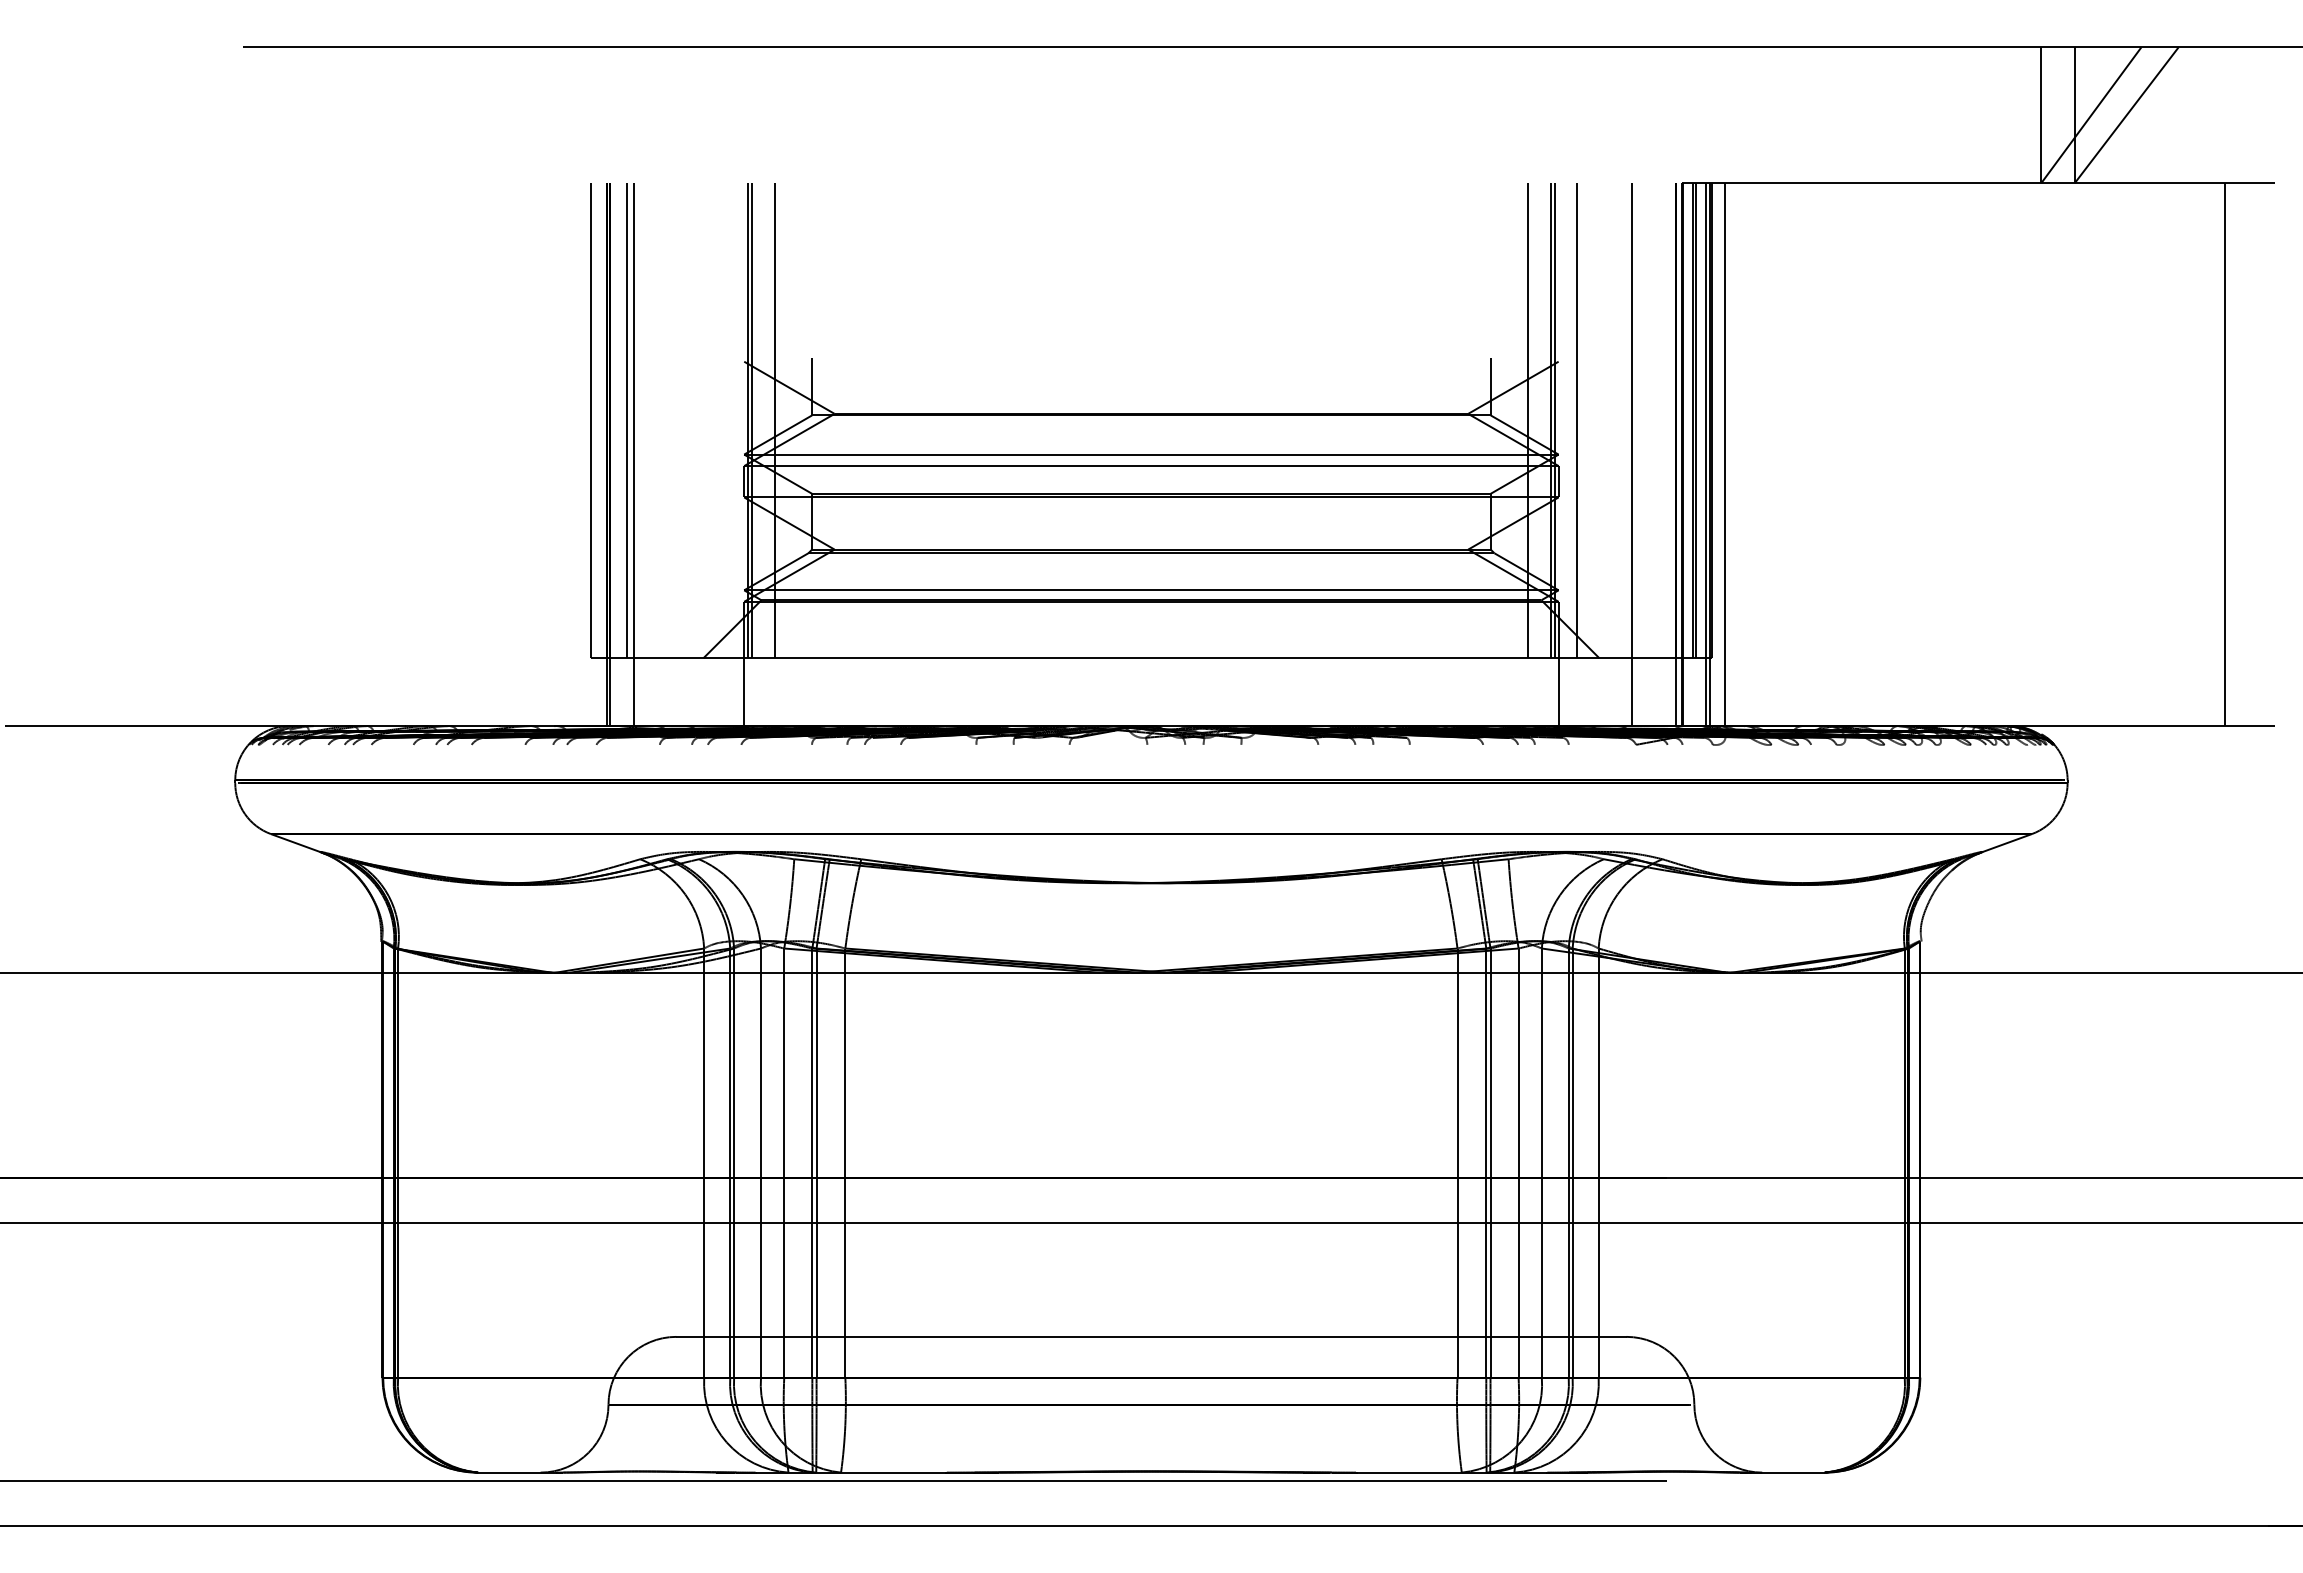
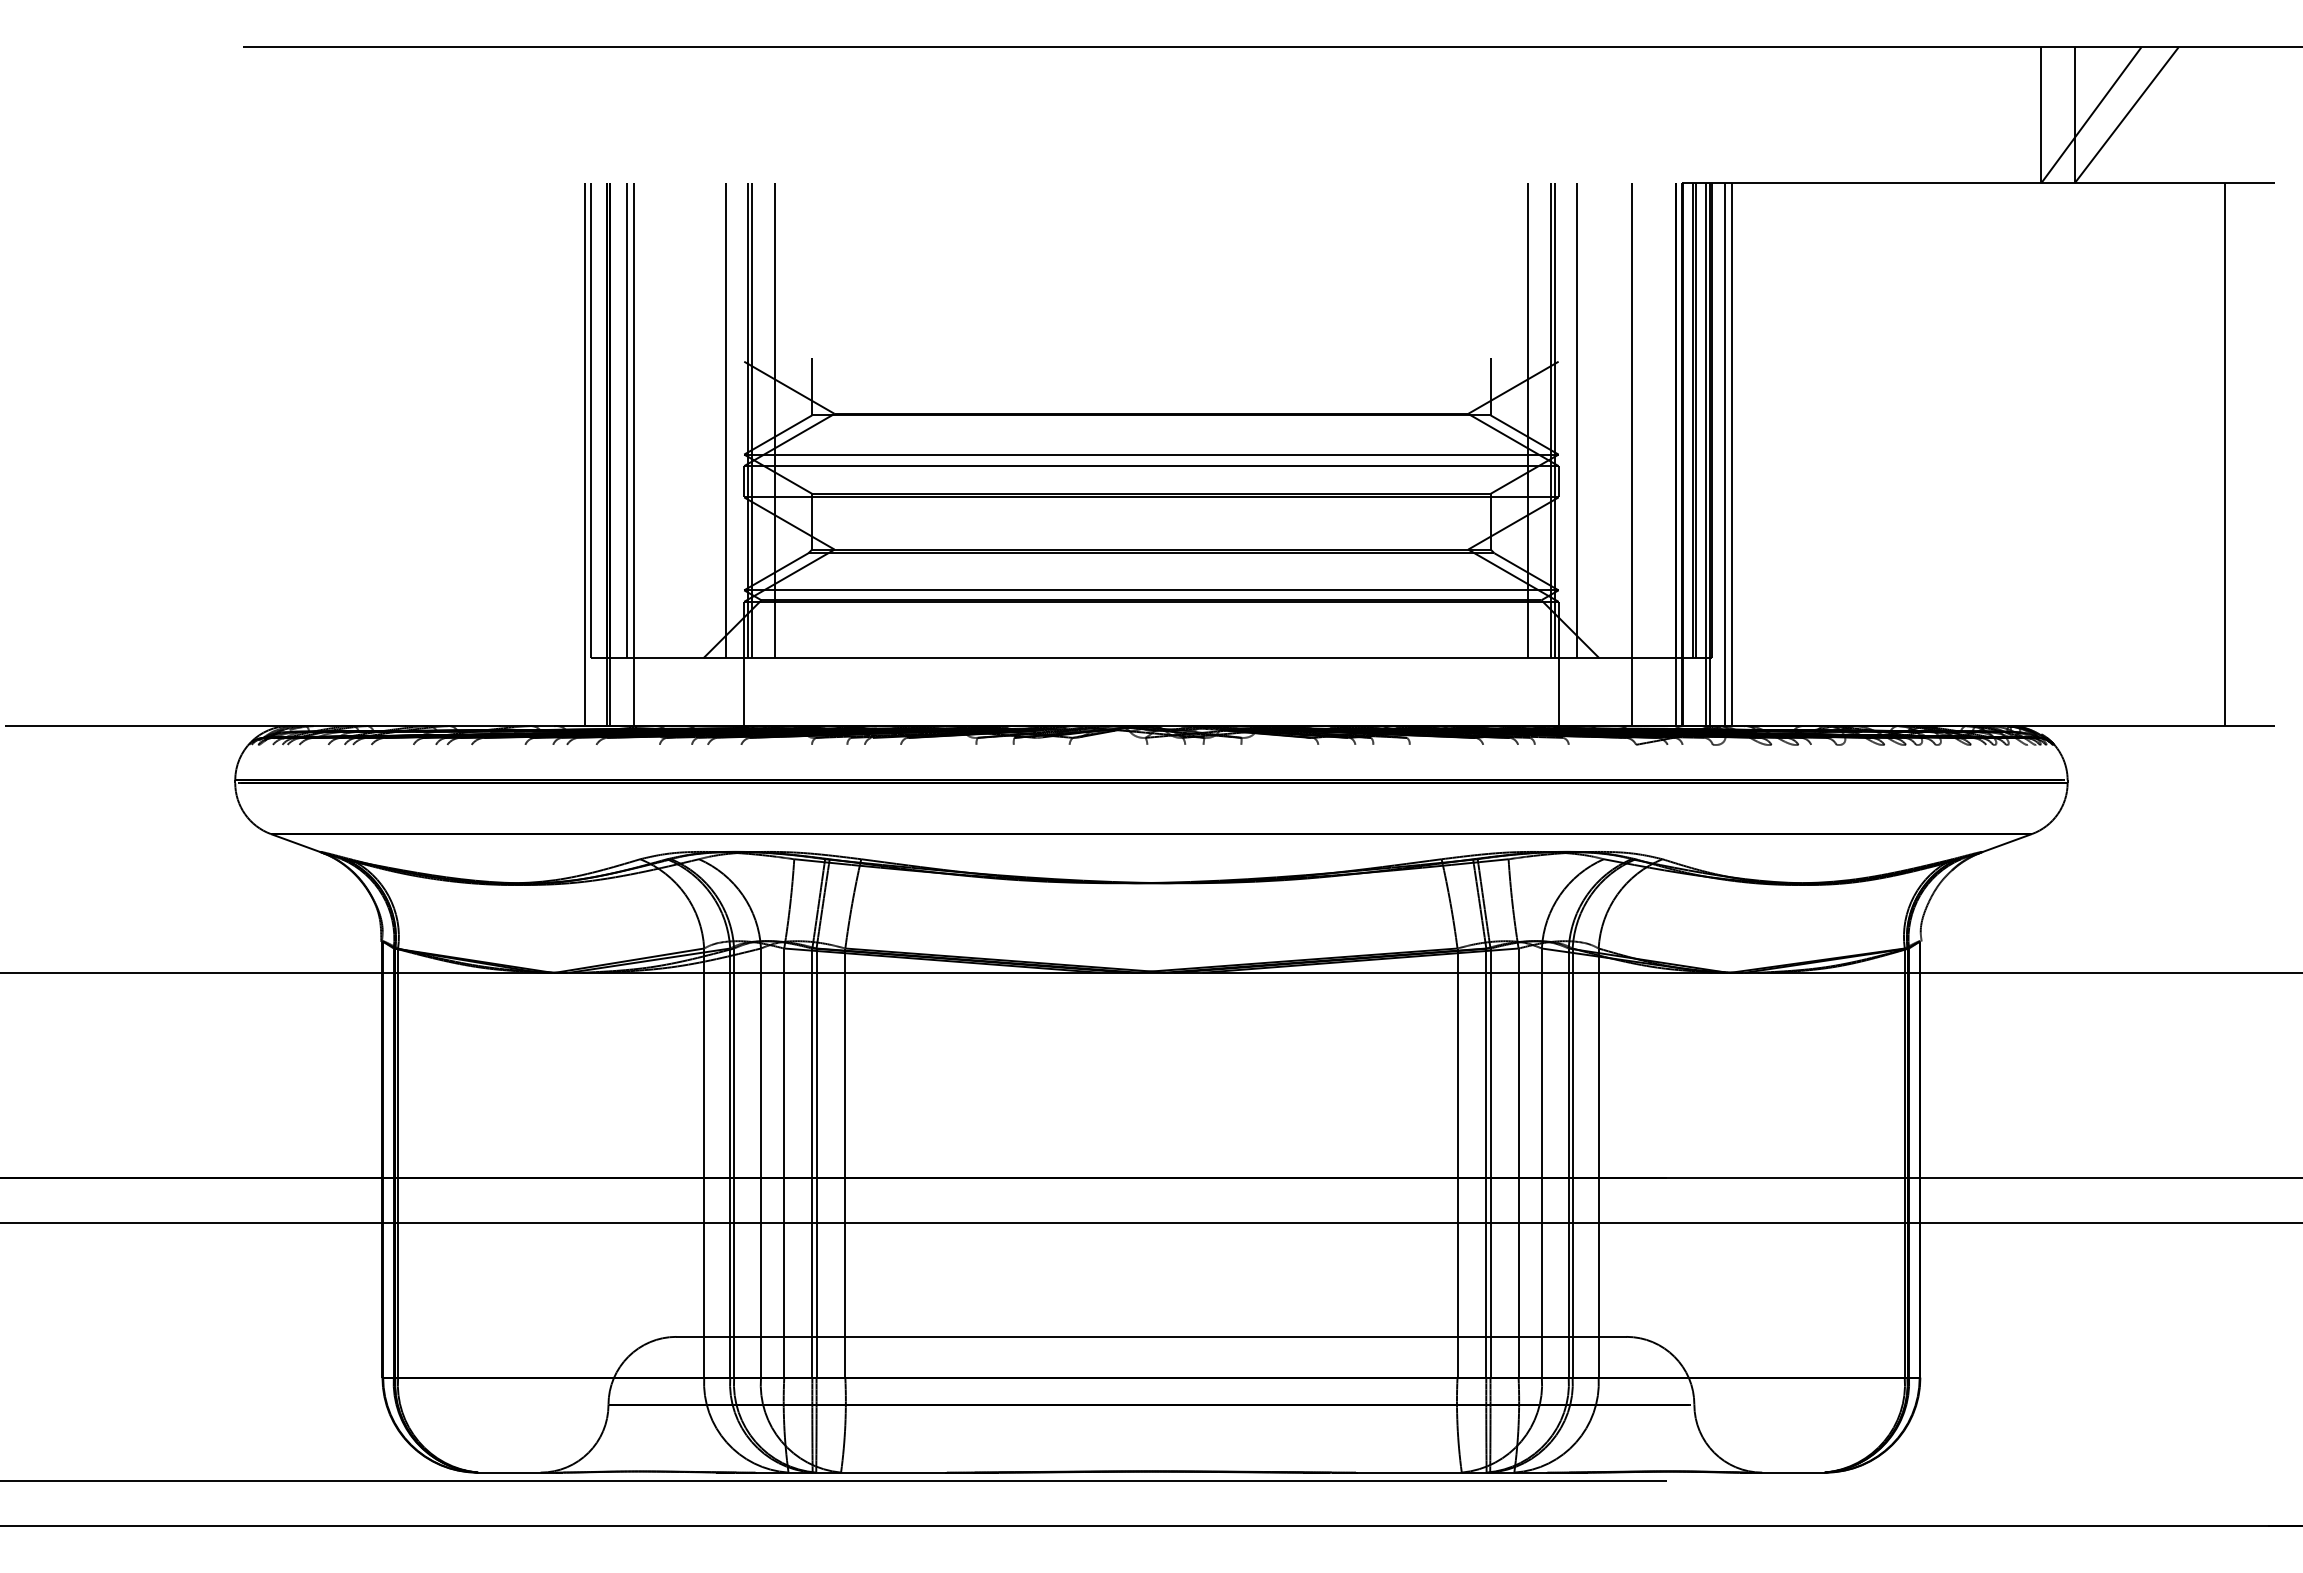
line at (725, 420): none -> present
line at (584, 454): none -> present
line at (1732, 454): none -> present
